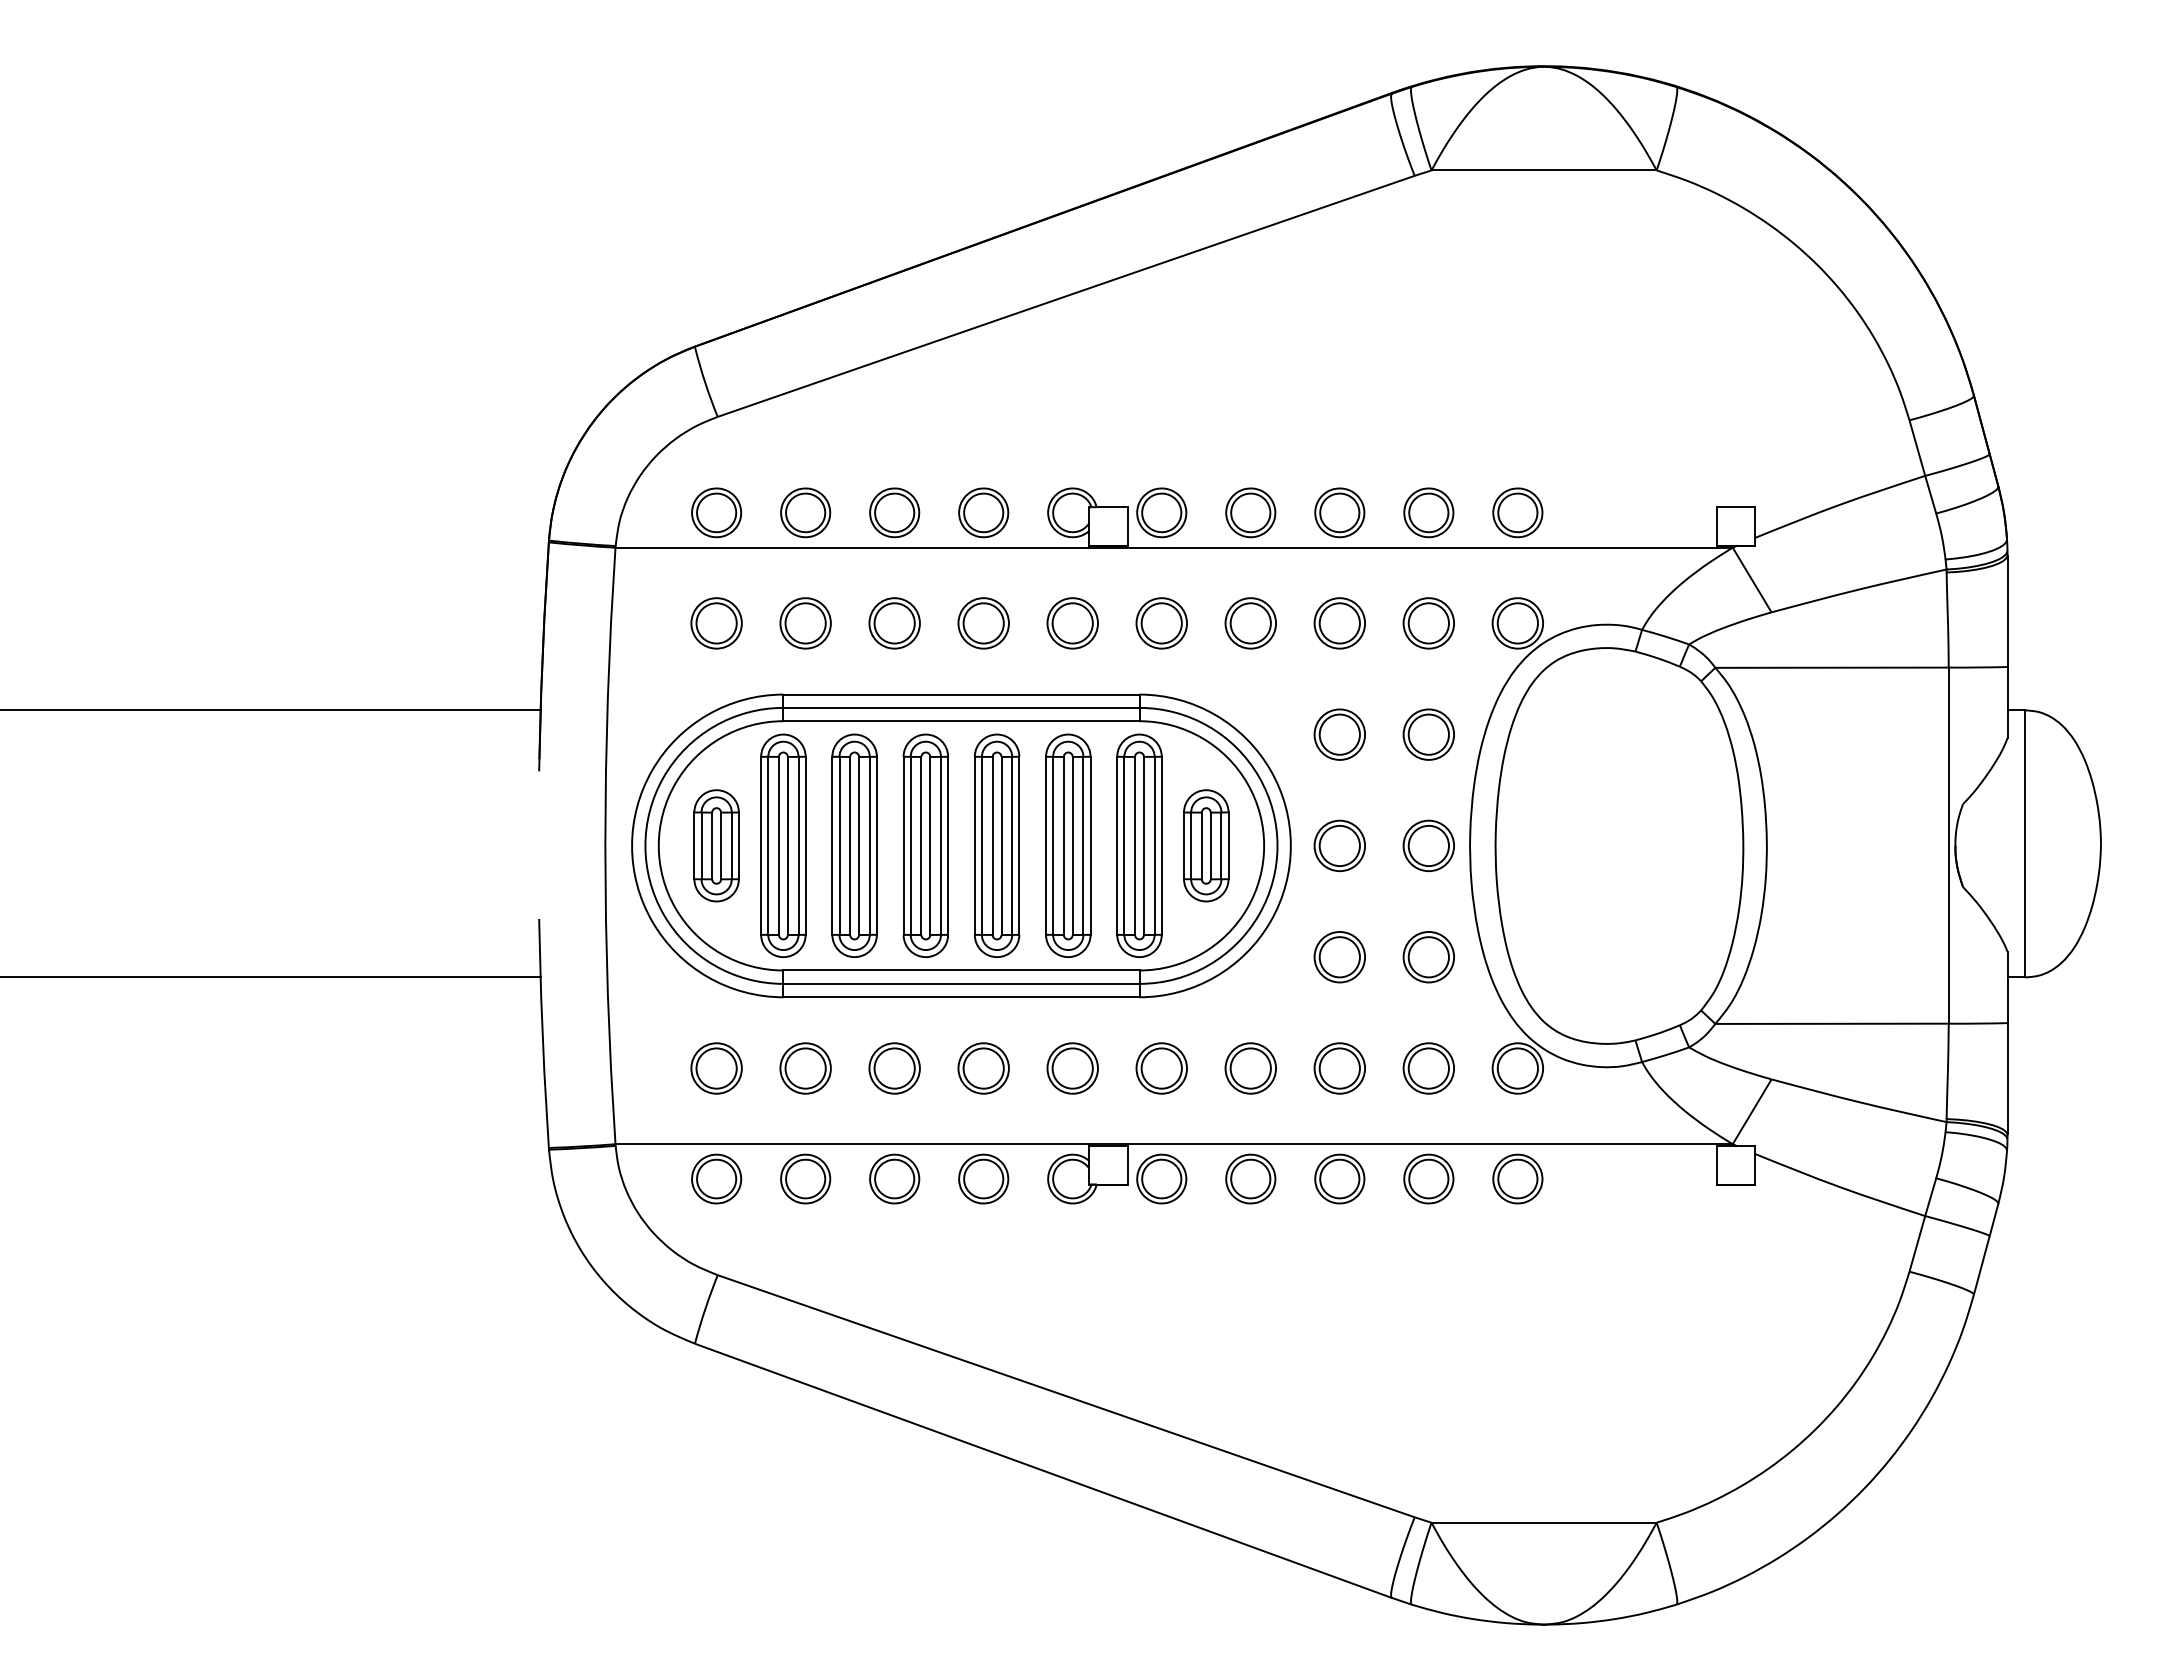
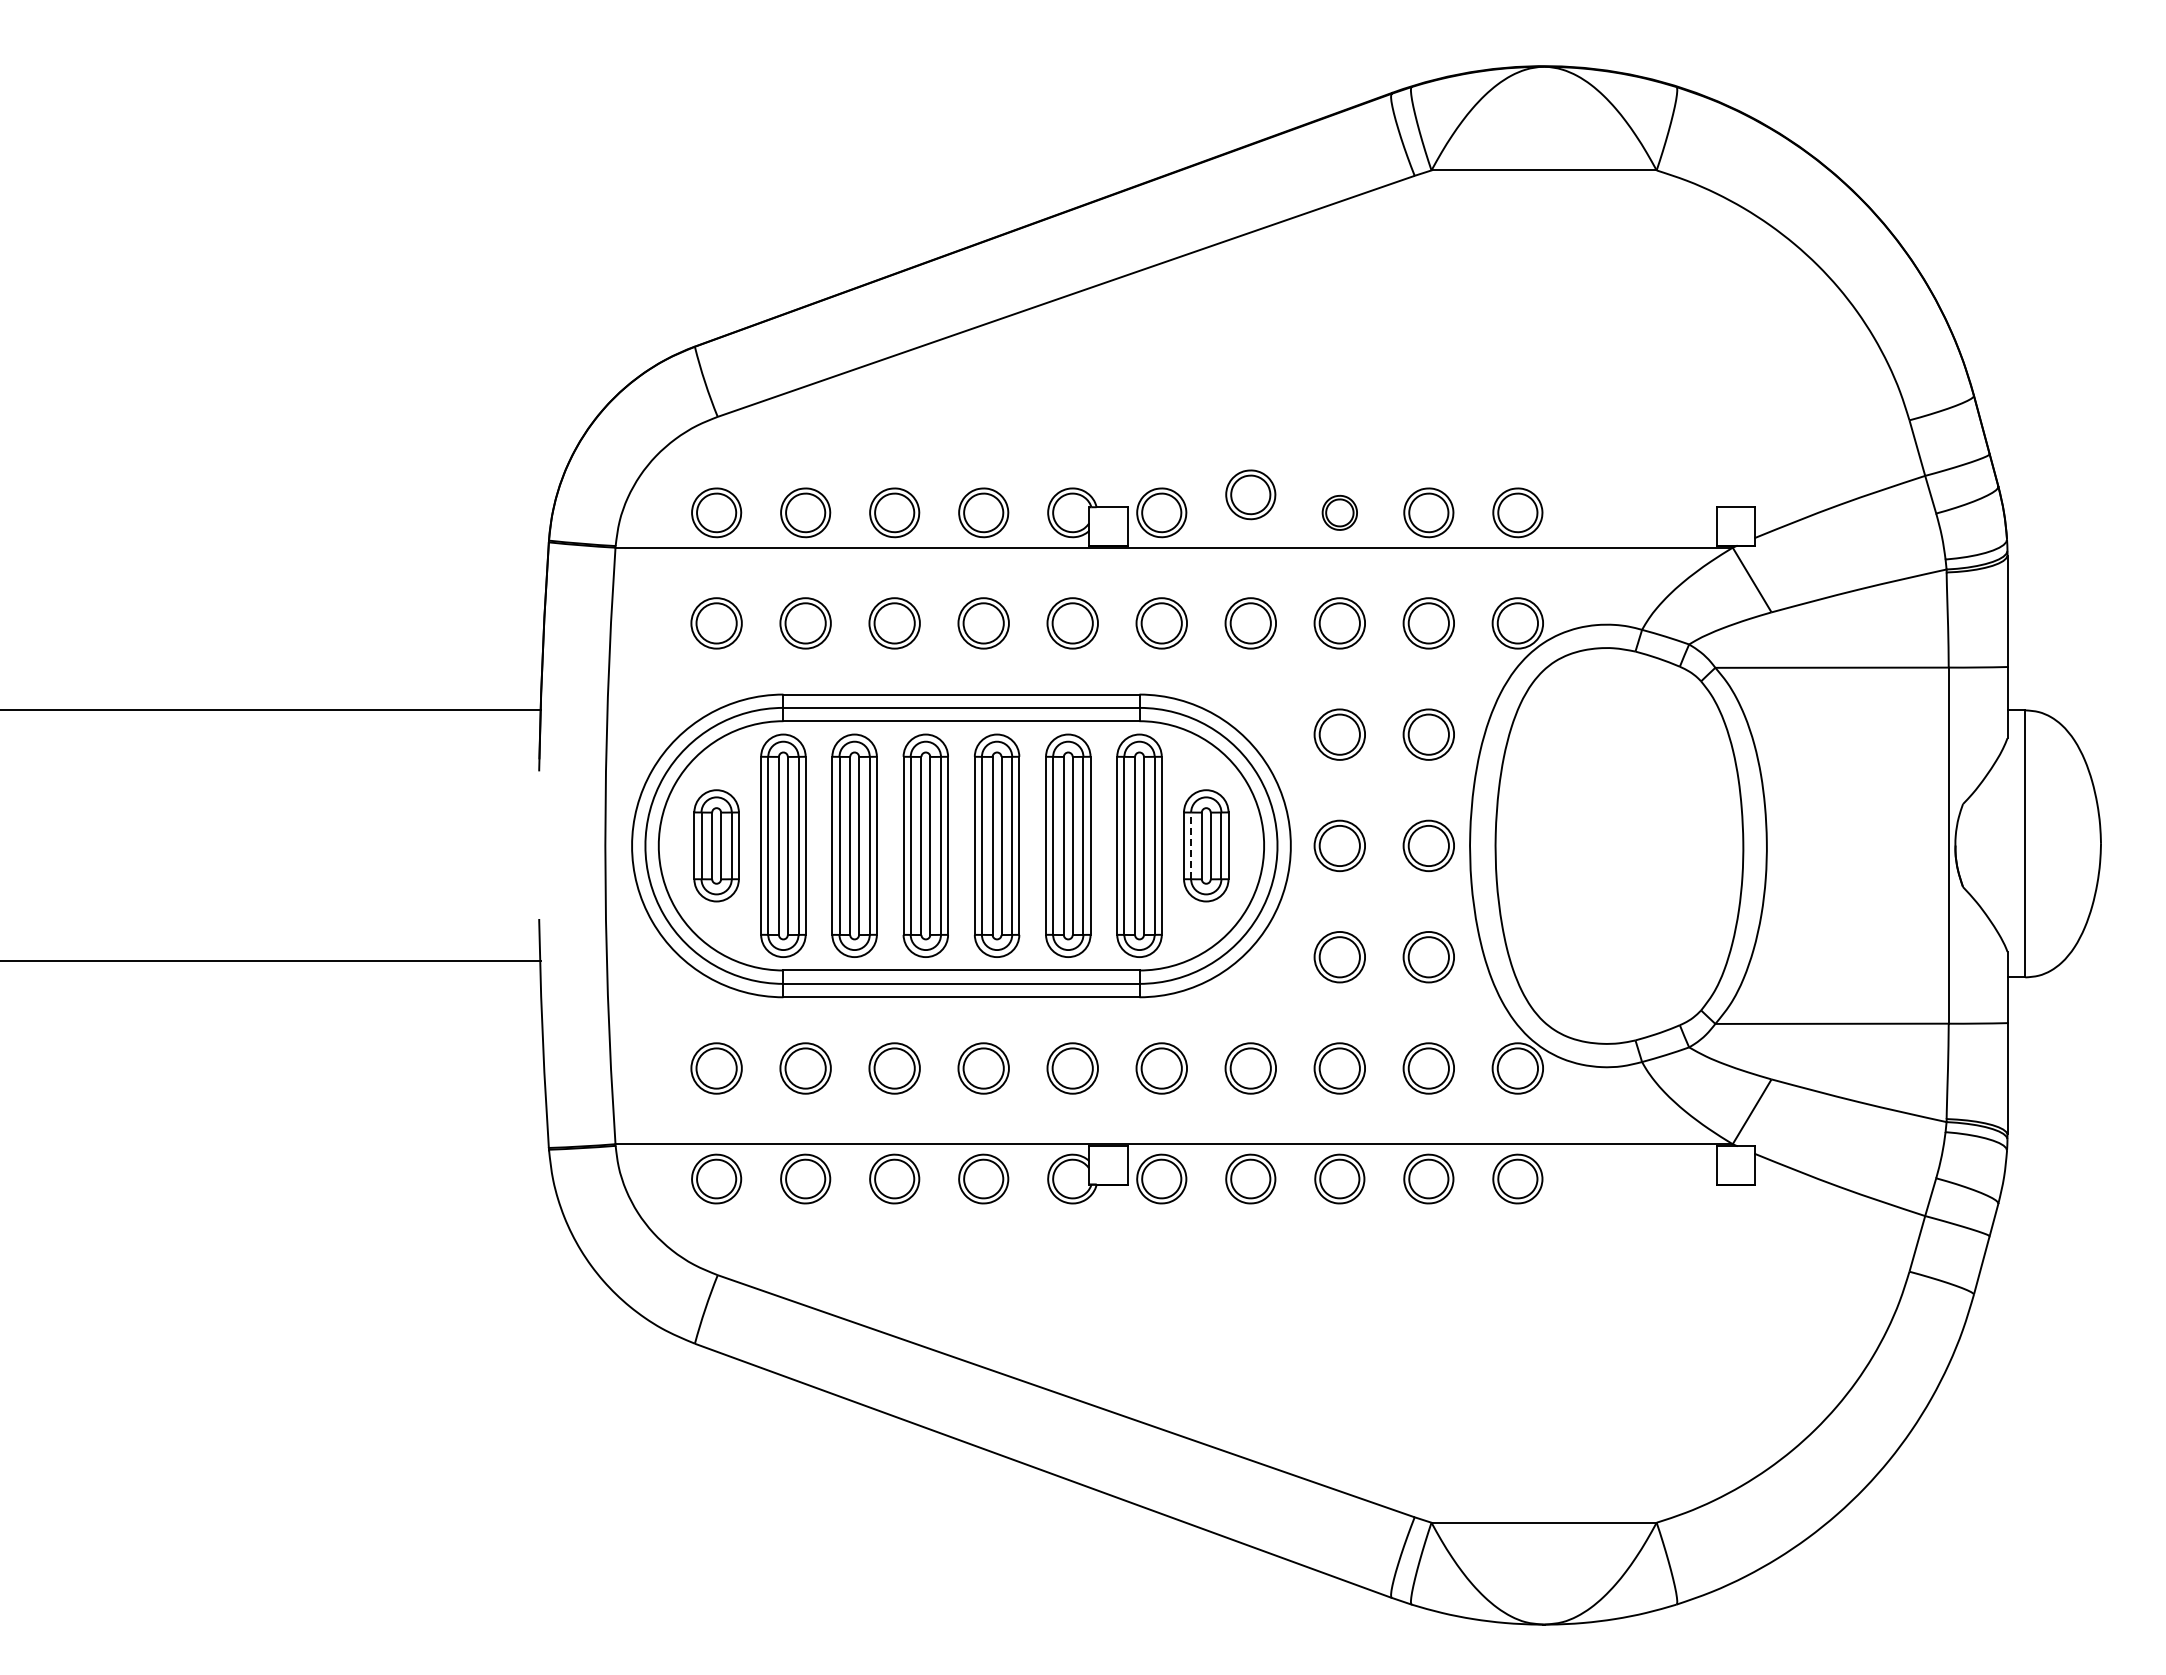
part at (1250, 512) position: (1250, 512) -> (1250, 494)
part at (1339, 512) size: 52x52 px -> 37x37 px
line at (1191, 845): solid -> dashed
line at (271, 977) position: (271, 977) -> (271, 961)
